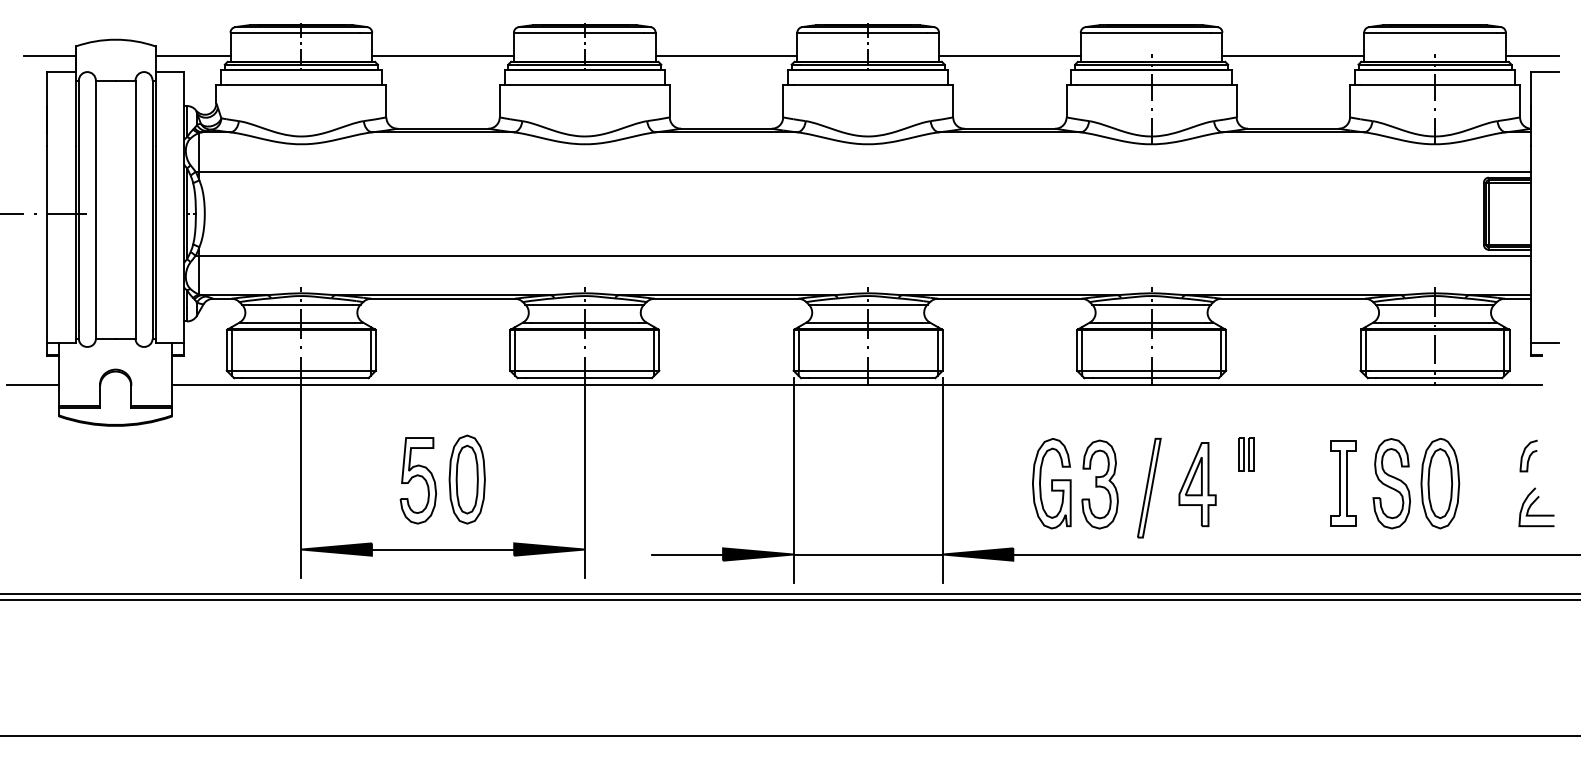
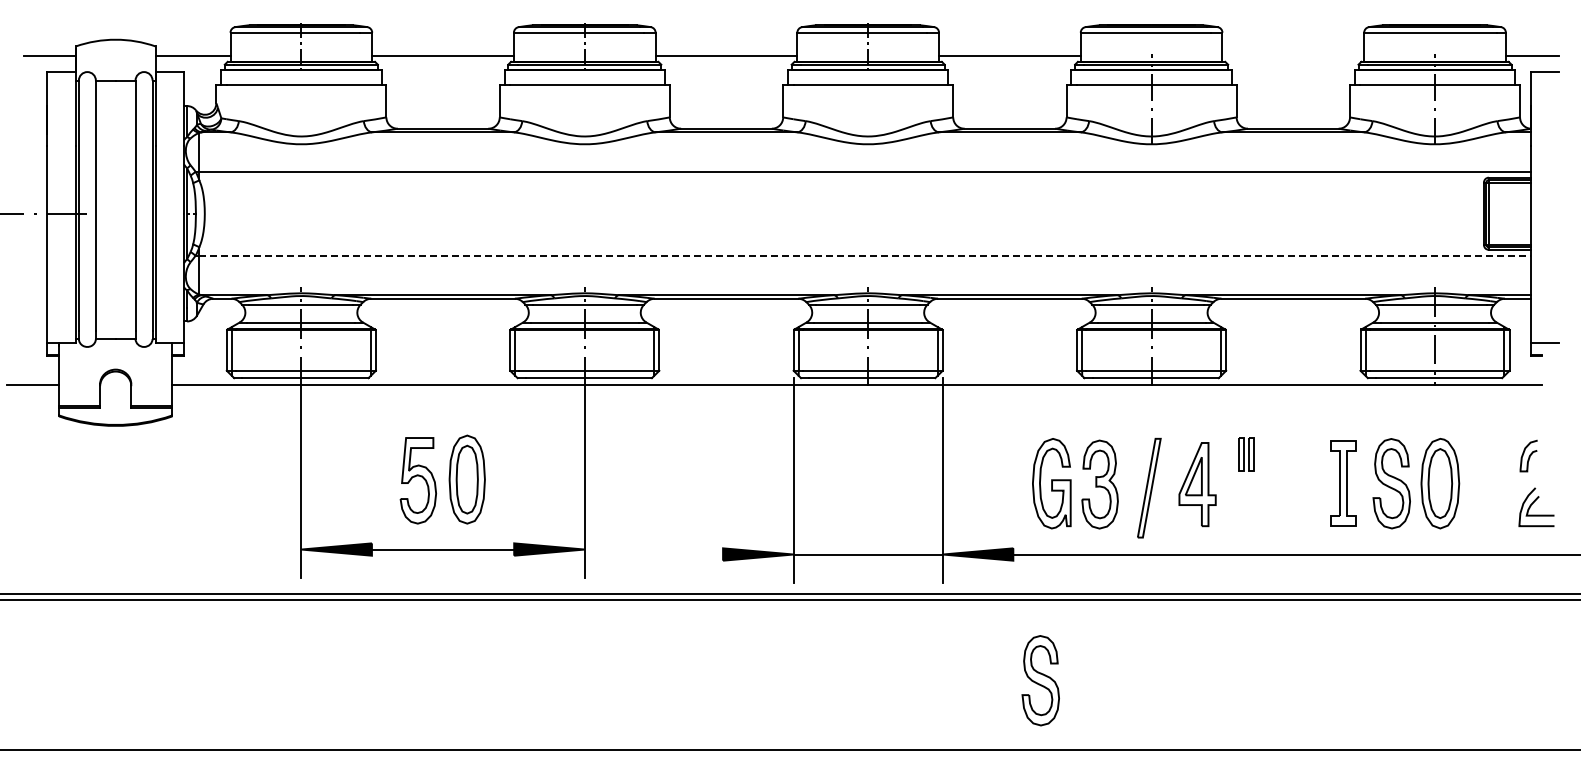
line at (1293, 55): present -> none
line at (865, 255): solid -> dashed
line at (687, 554): present -> none
part at (1040, 680): none -> present
line at (789, 736) position: (789, 736) -> (789, 750)
